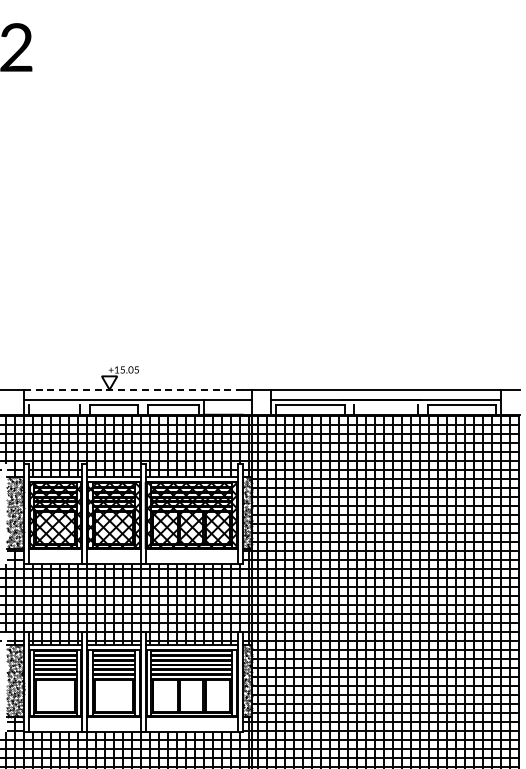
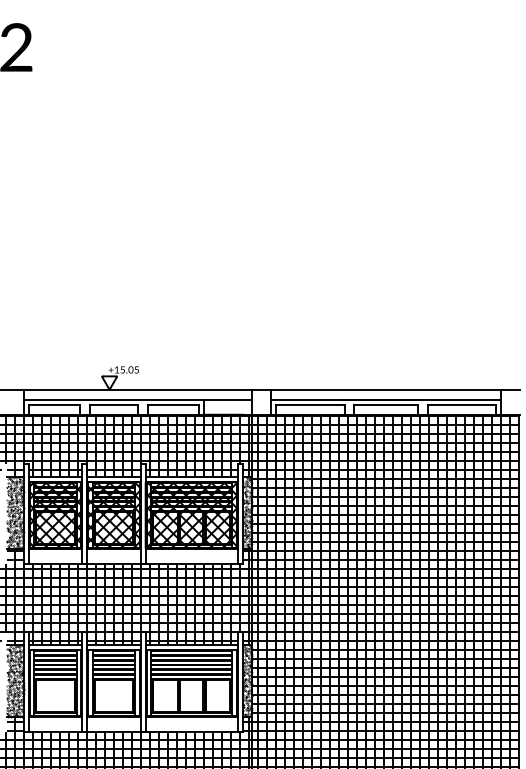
line at (133, 389): dashed -> solid
line at (53, 405): none -> present
line at (385, 405): none -> present
